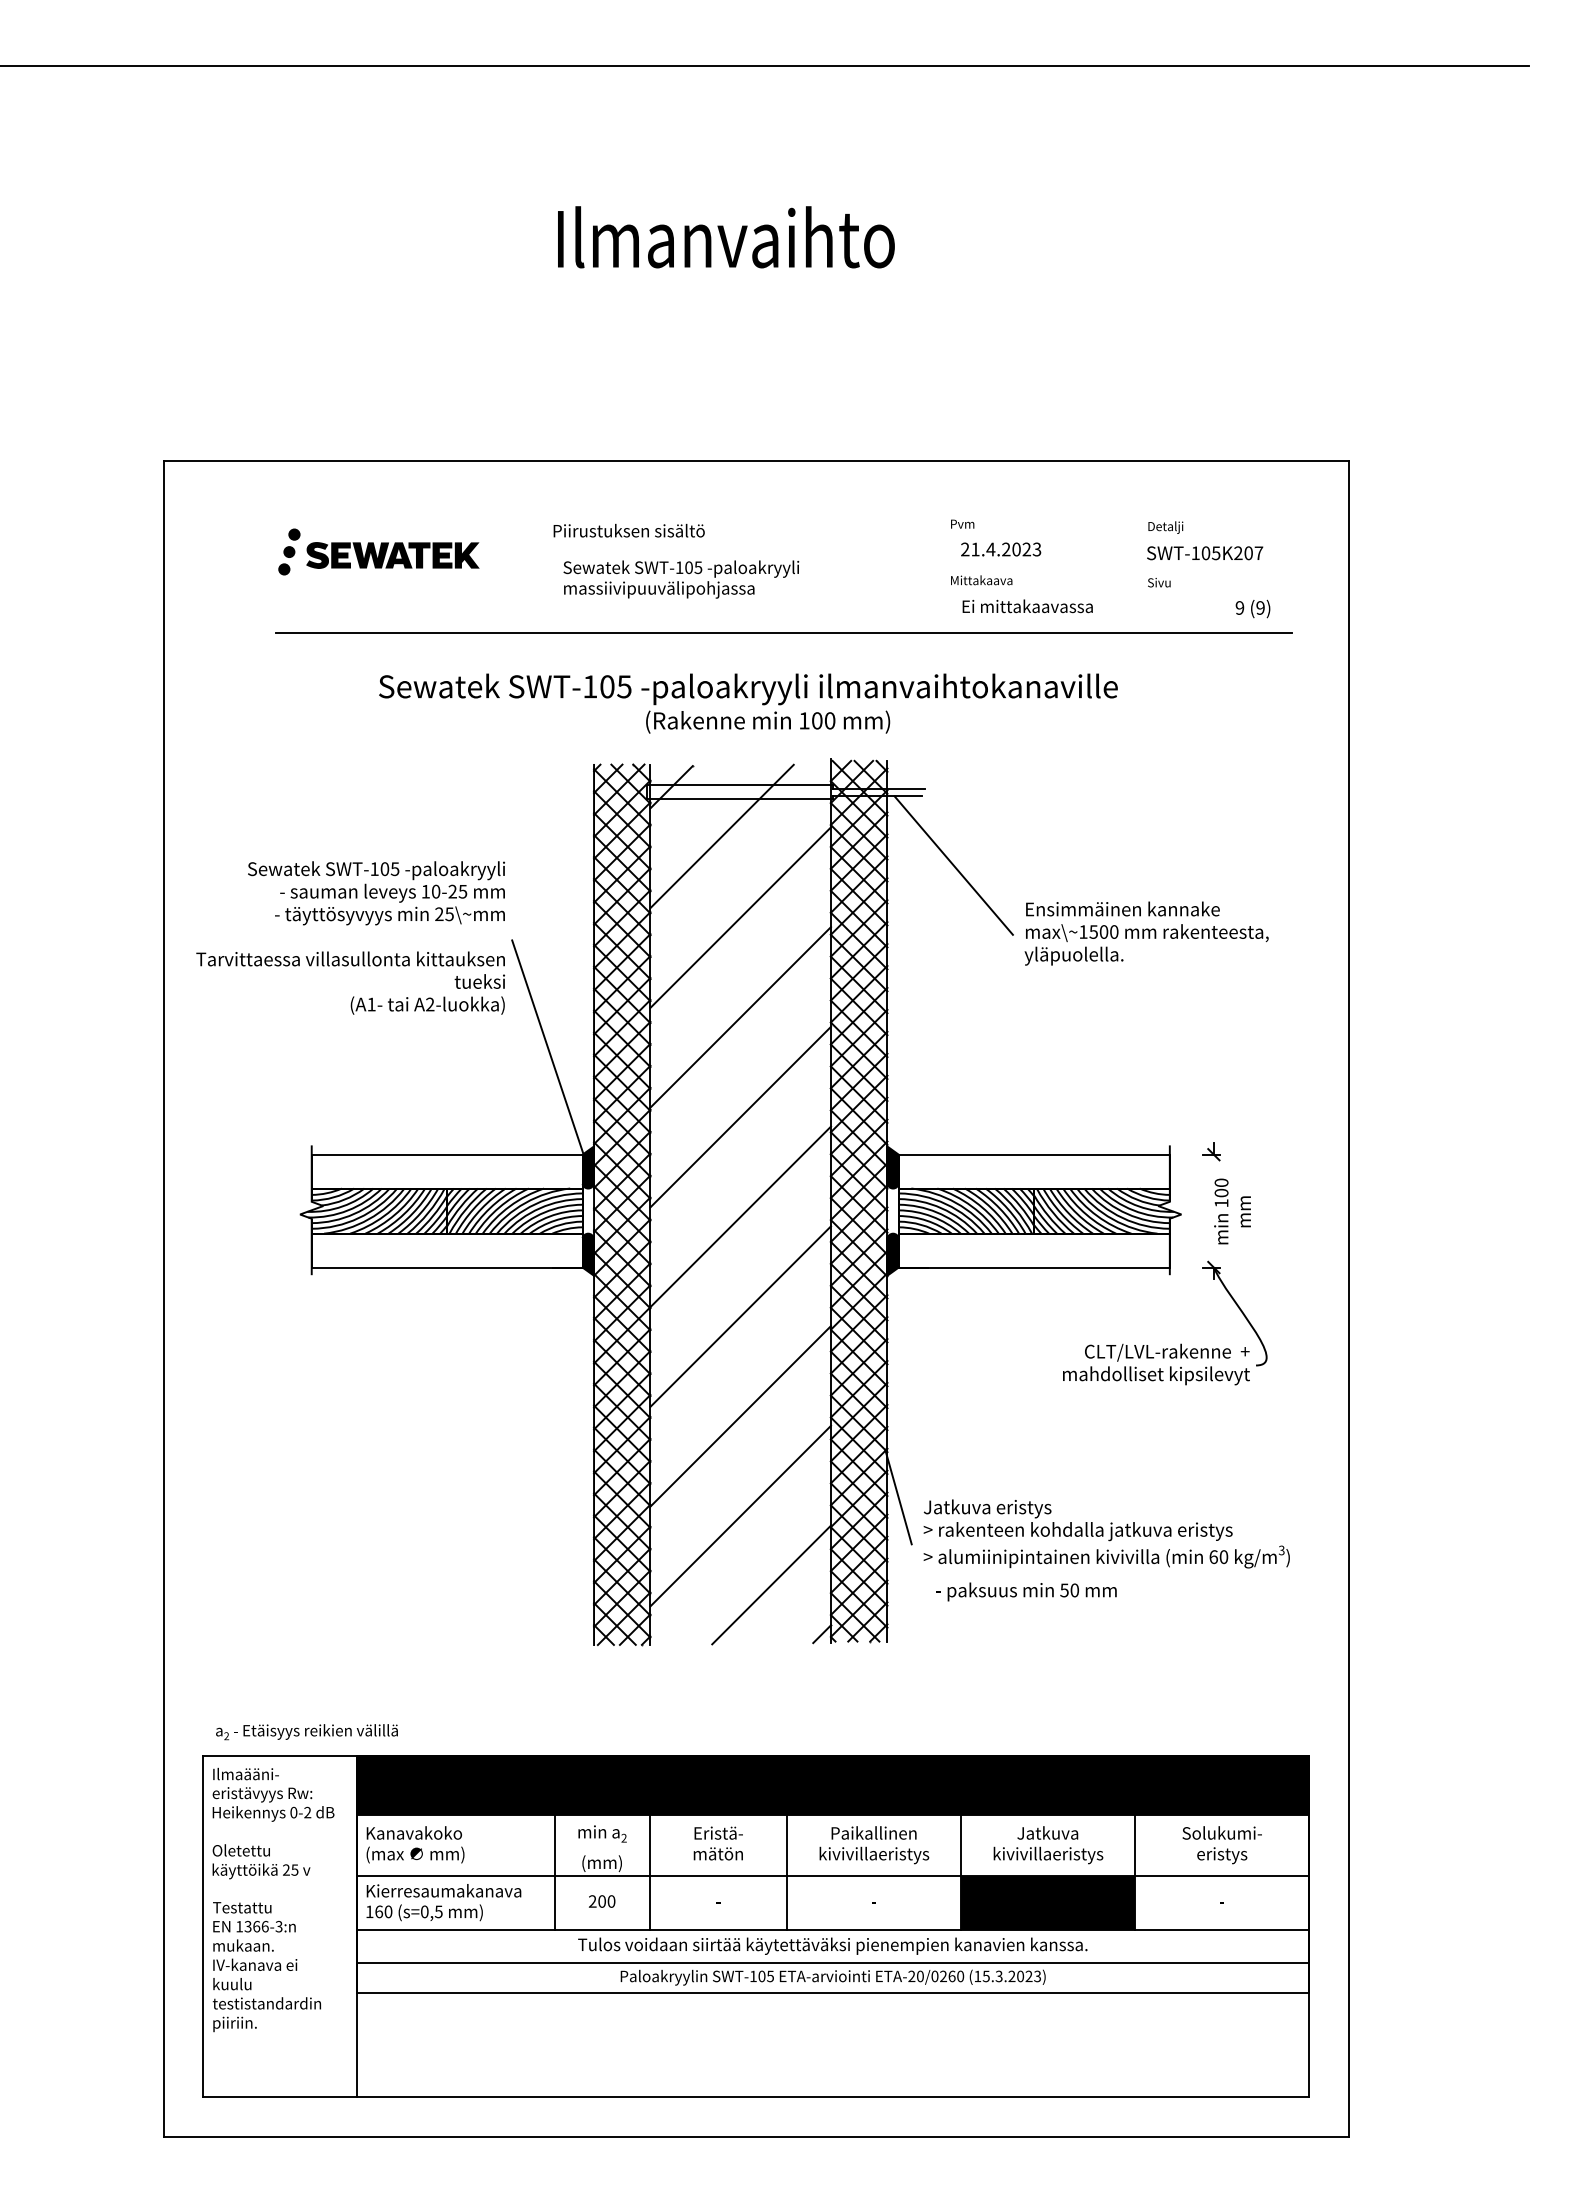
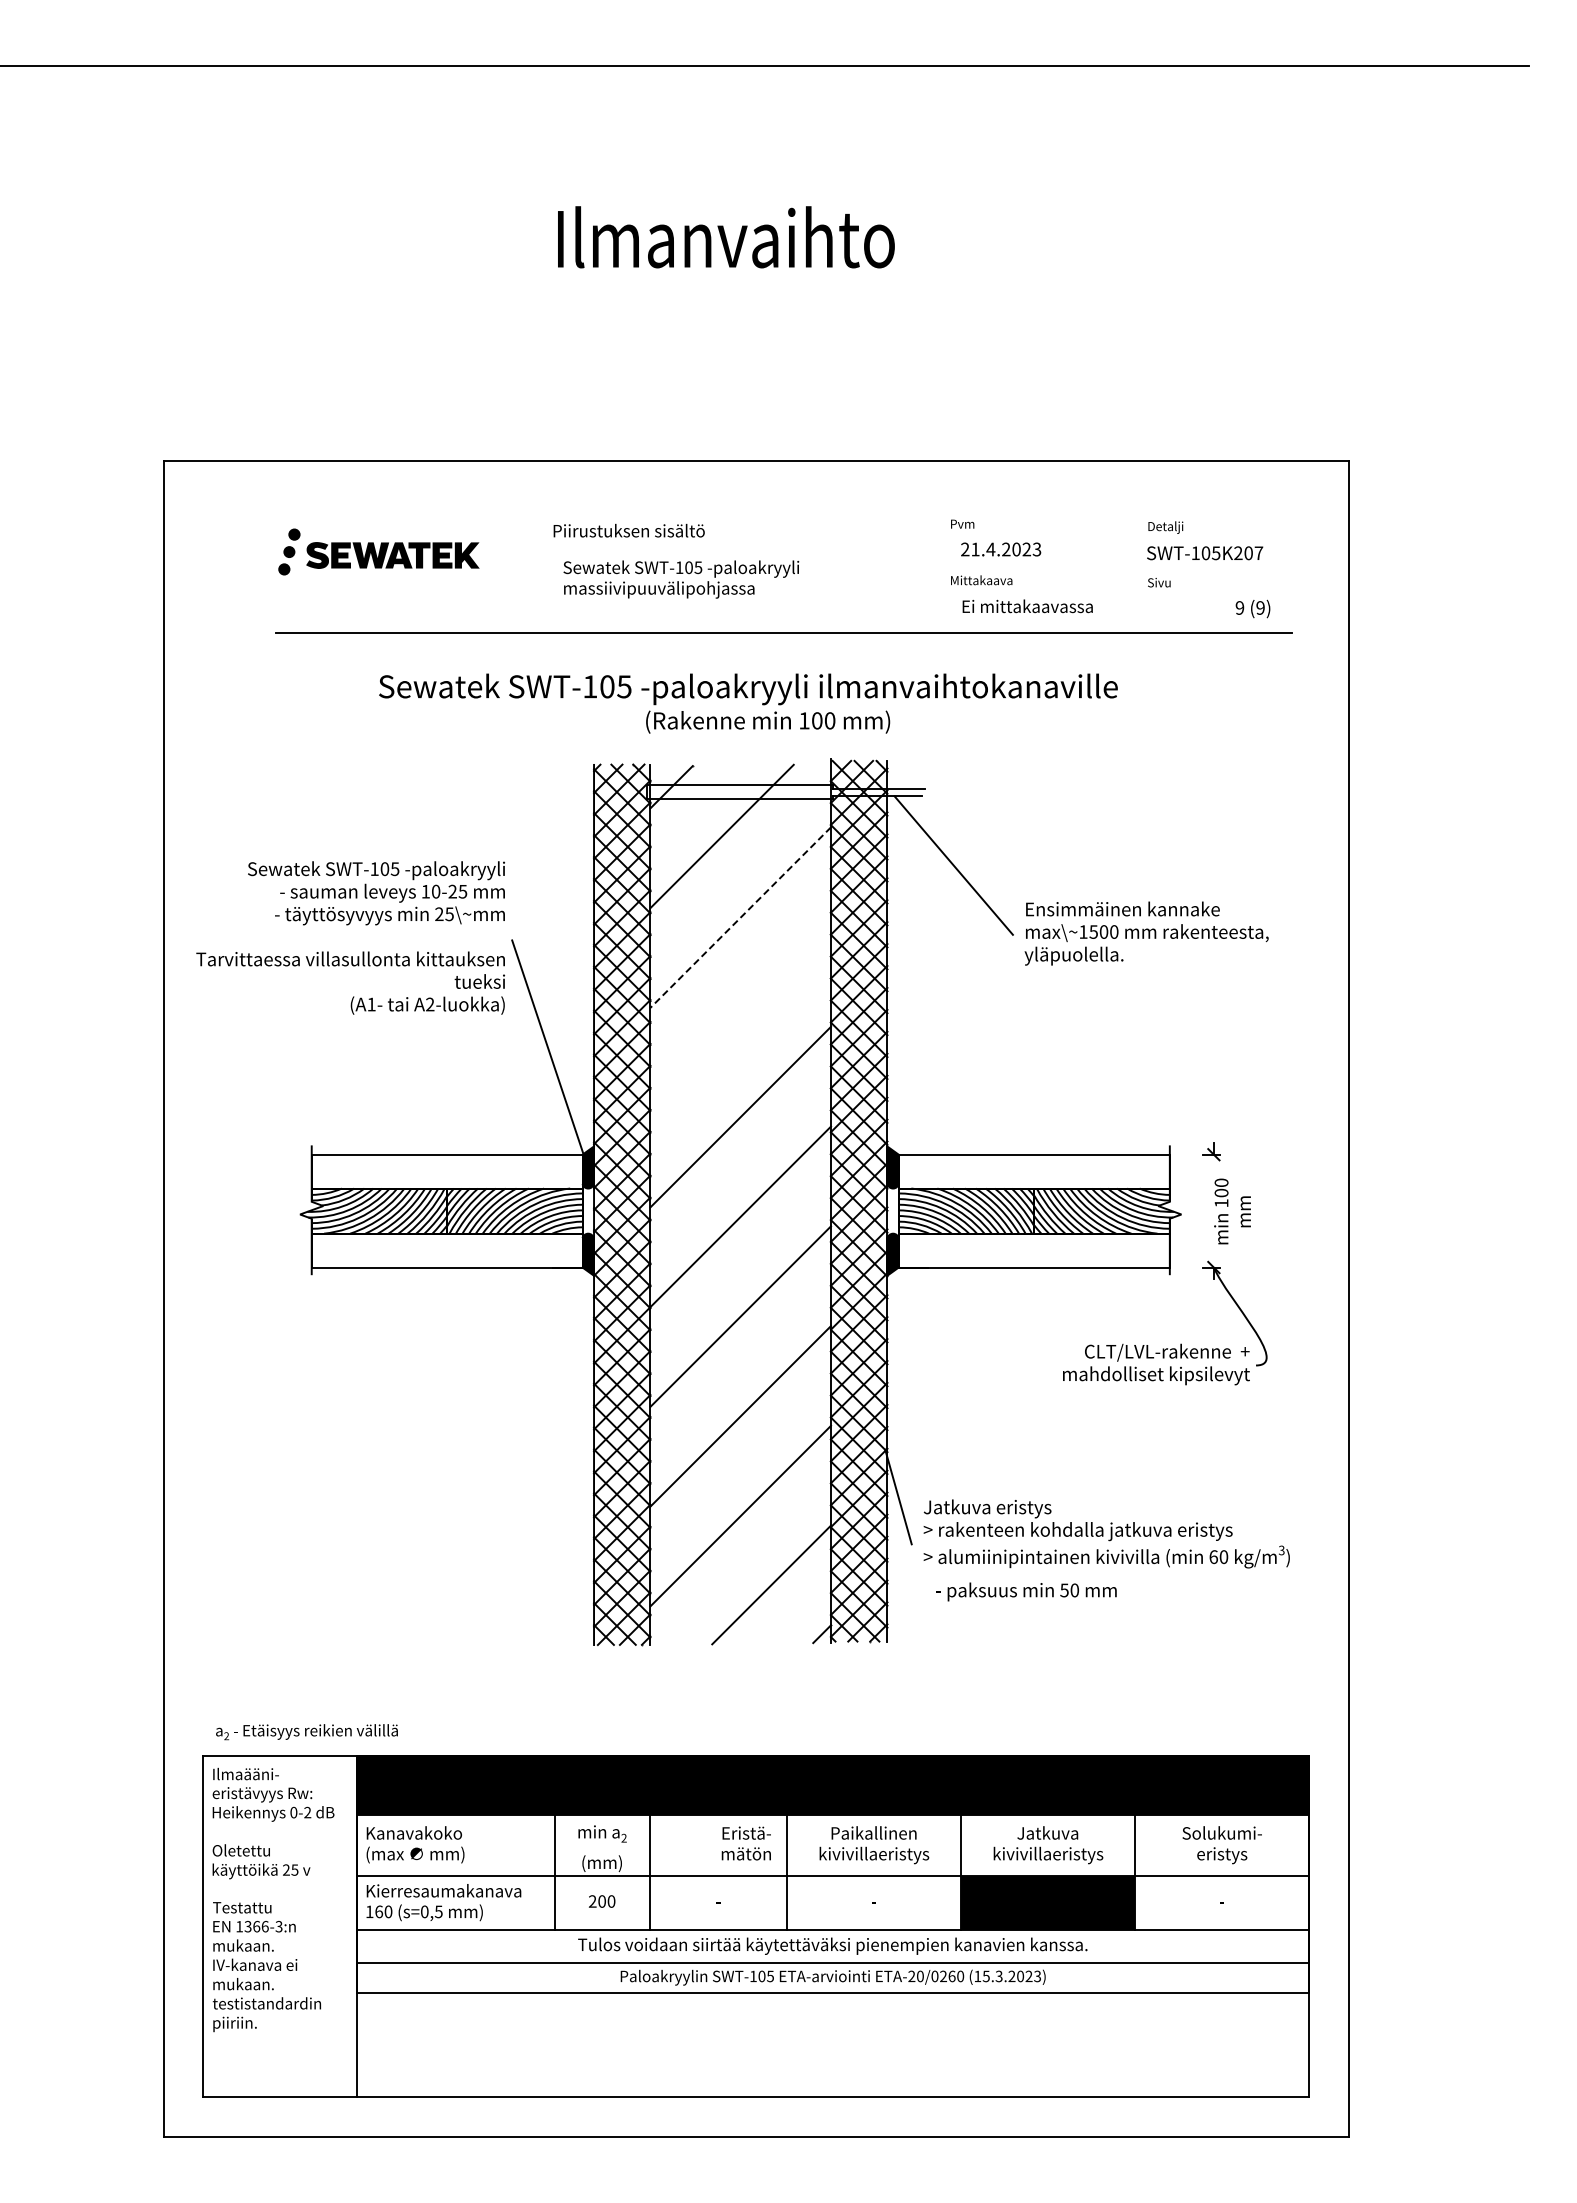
line at (740, 917): solid -> dashed
line at (740, 1017): present -> none
text at (717, 1843) position: (717, 1843) -> (745, 1843)
text at (243, 1984): kuulu -> mukaan.
